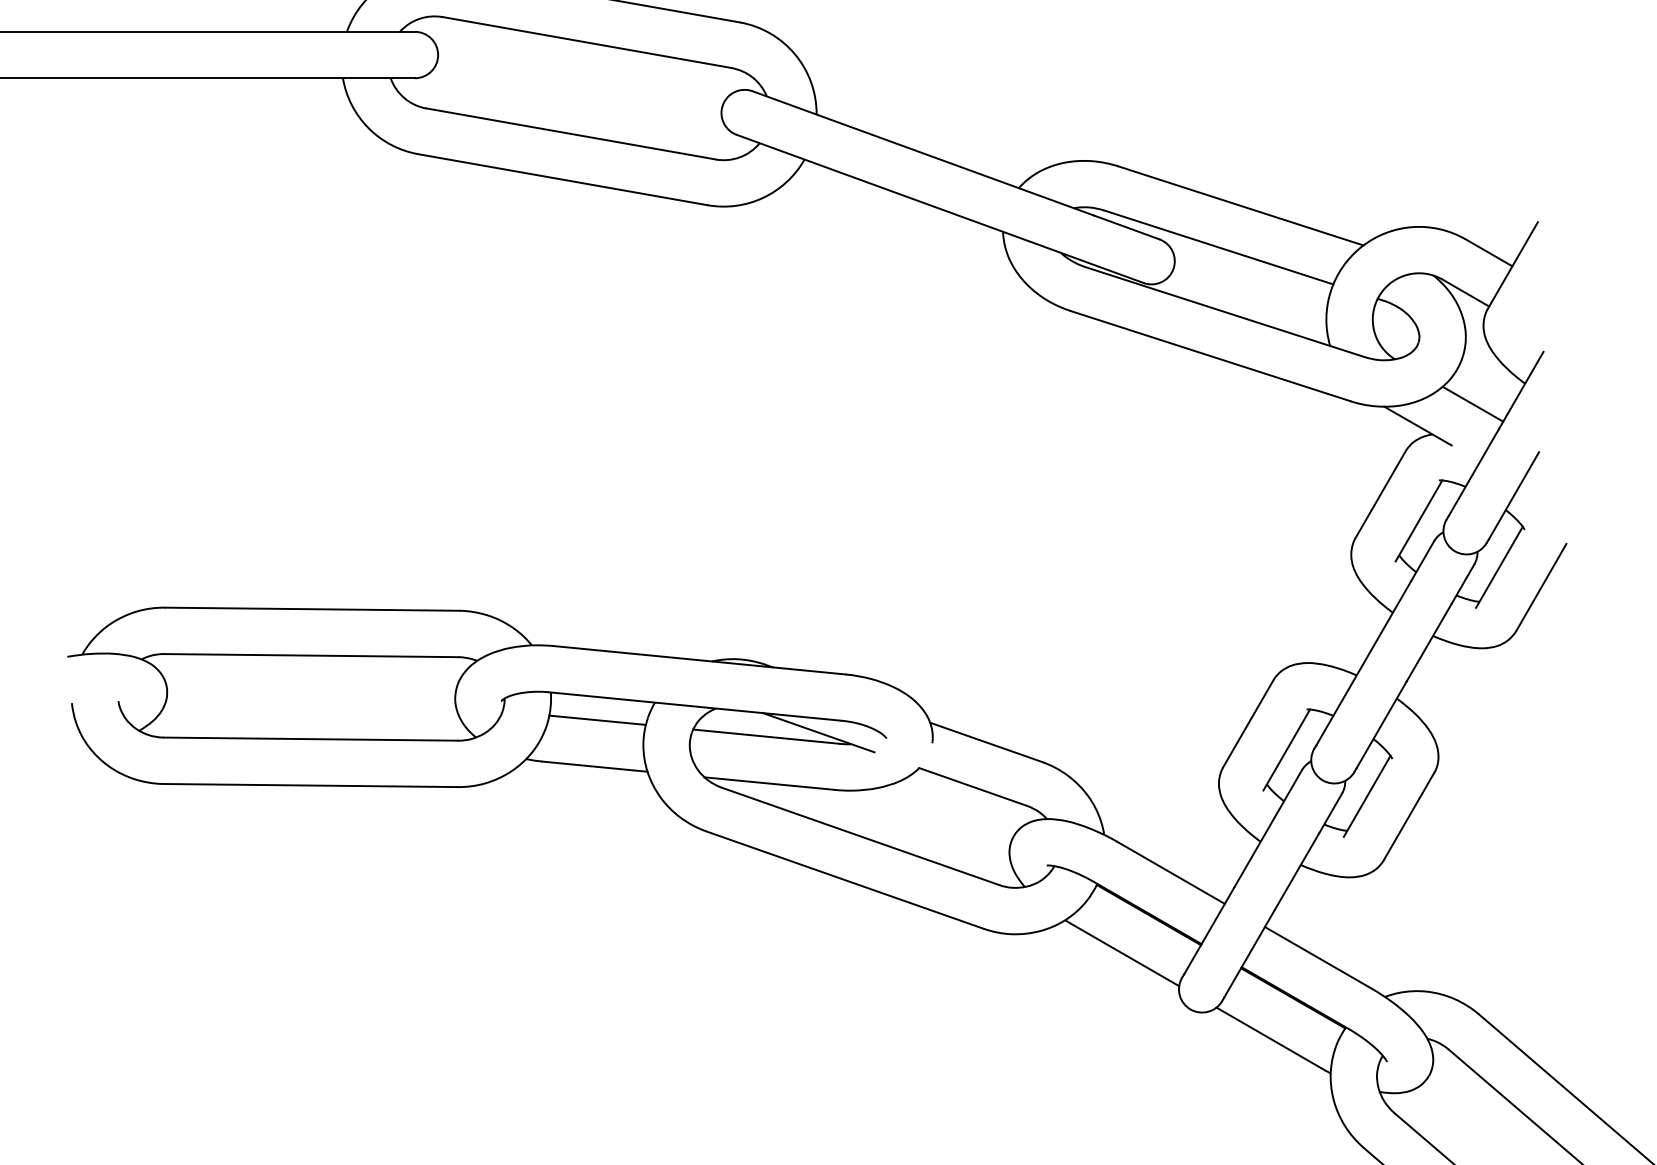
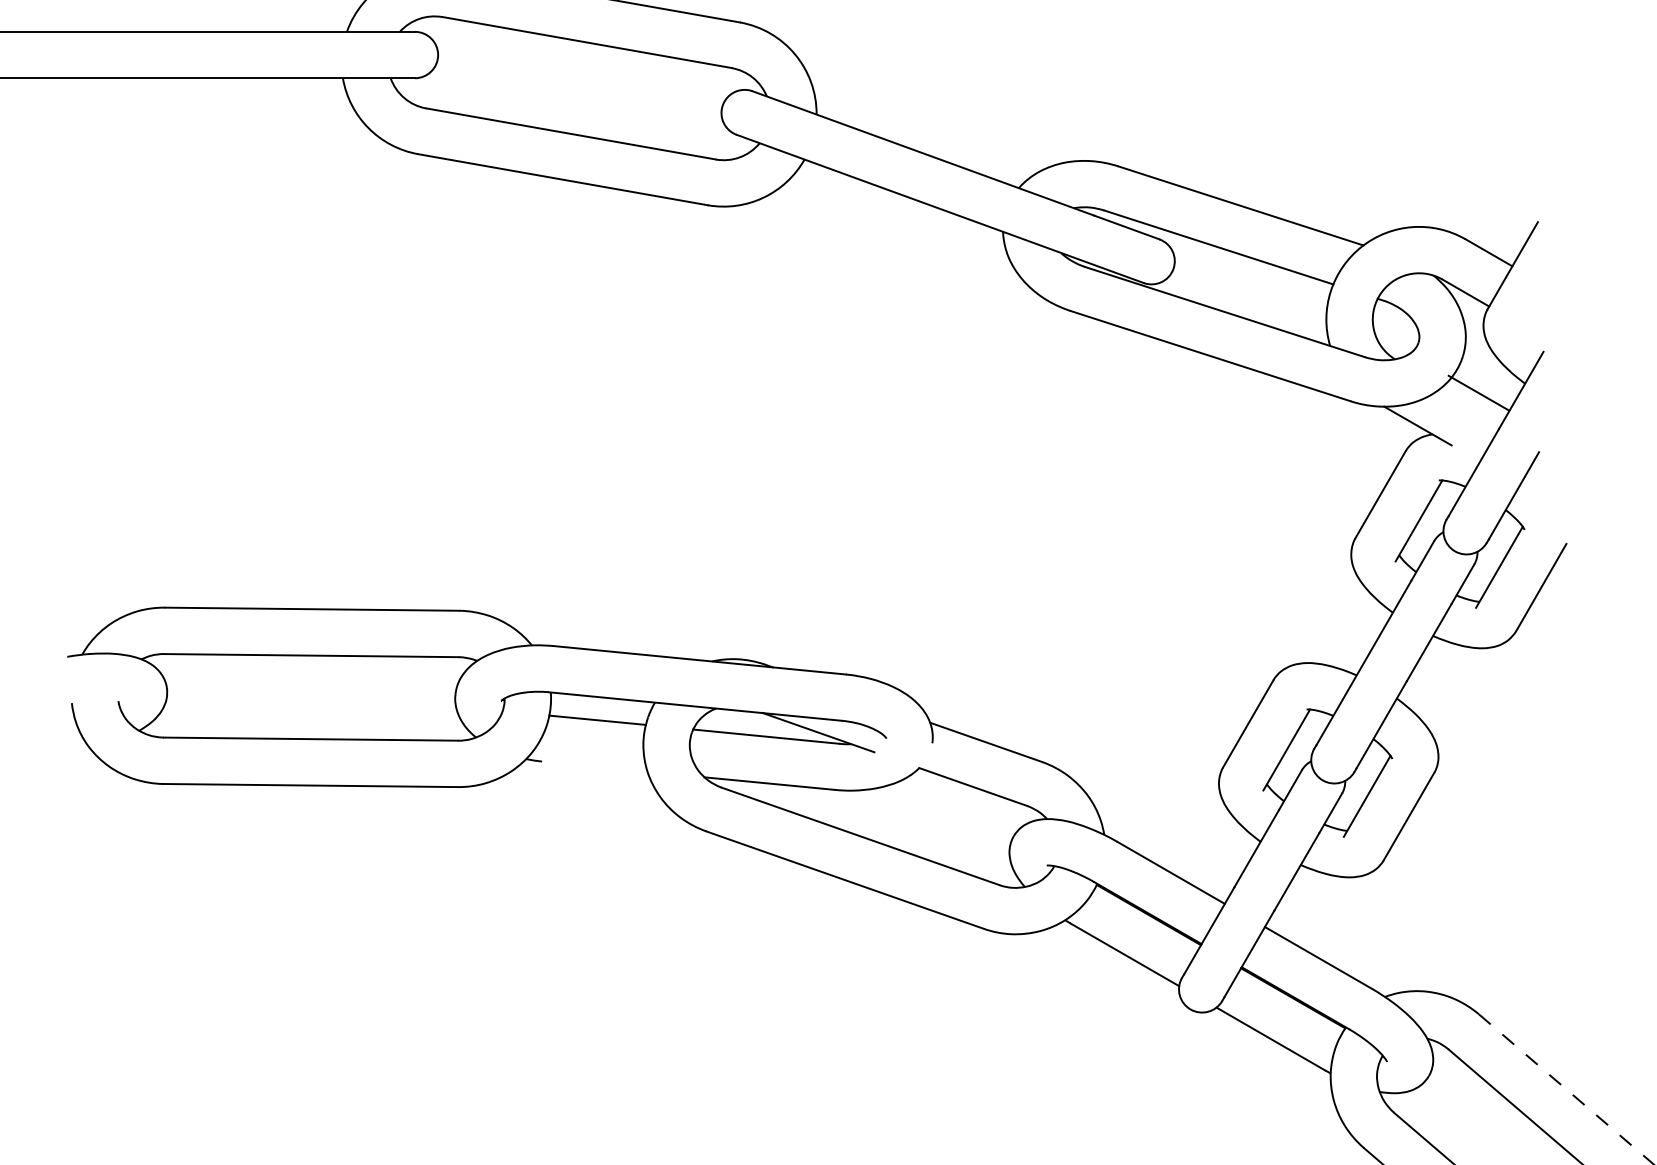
line at (1472, 403) position: (1472, 403) -> (1478, 392)
line at (594, 766): present -> none
line at (1566, 1089): solid -> dashed
